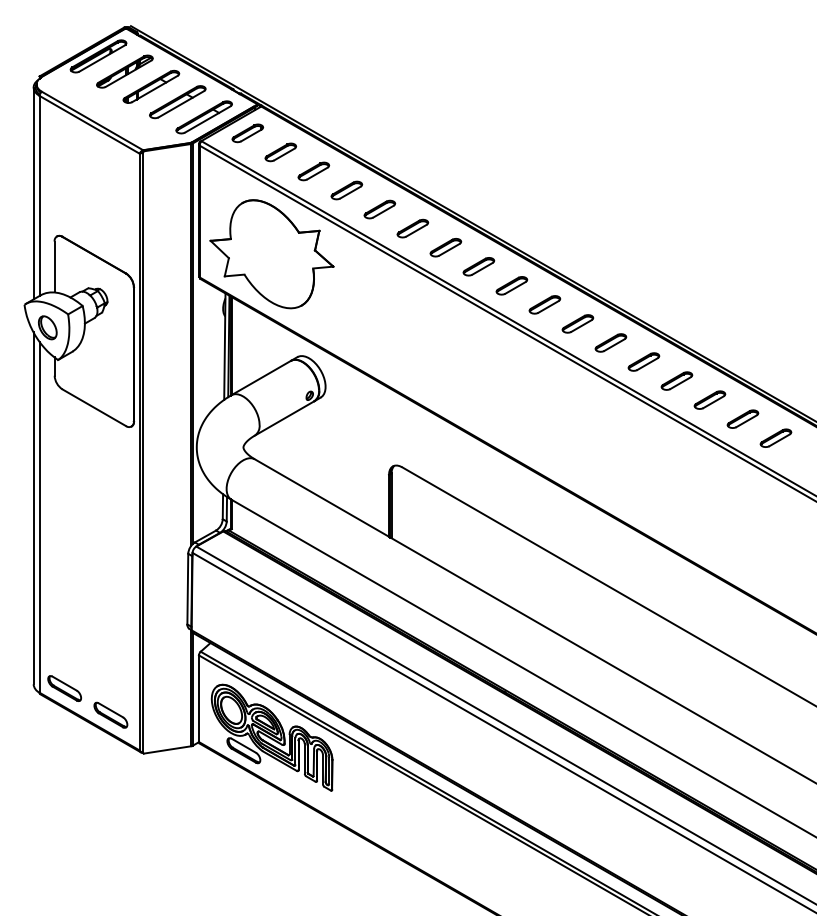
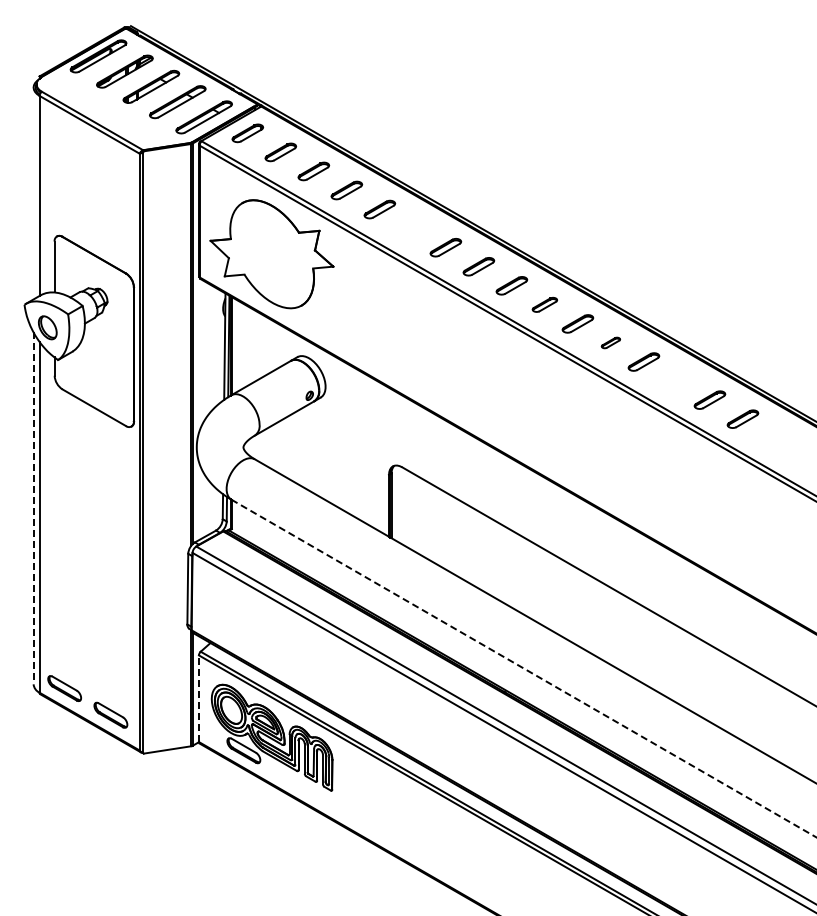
line at (33, 193): present -> none
part at (412, 228): present -> none
part at (544, 304) size: 34x20 px -> 28x17 px
part at (610, 342) size: 34x20 px -> 21x14 px
part at (676, 380): present -> none
part at (775, 437): present -> none
line at (33, 508): solid -> dashed
line at (524, 668): solid -> dashed
line at (198, 698): solid -> dashed
